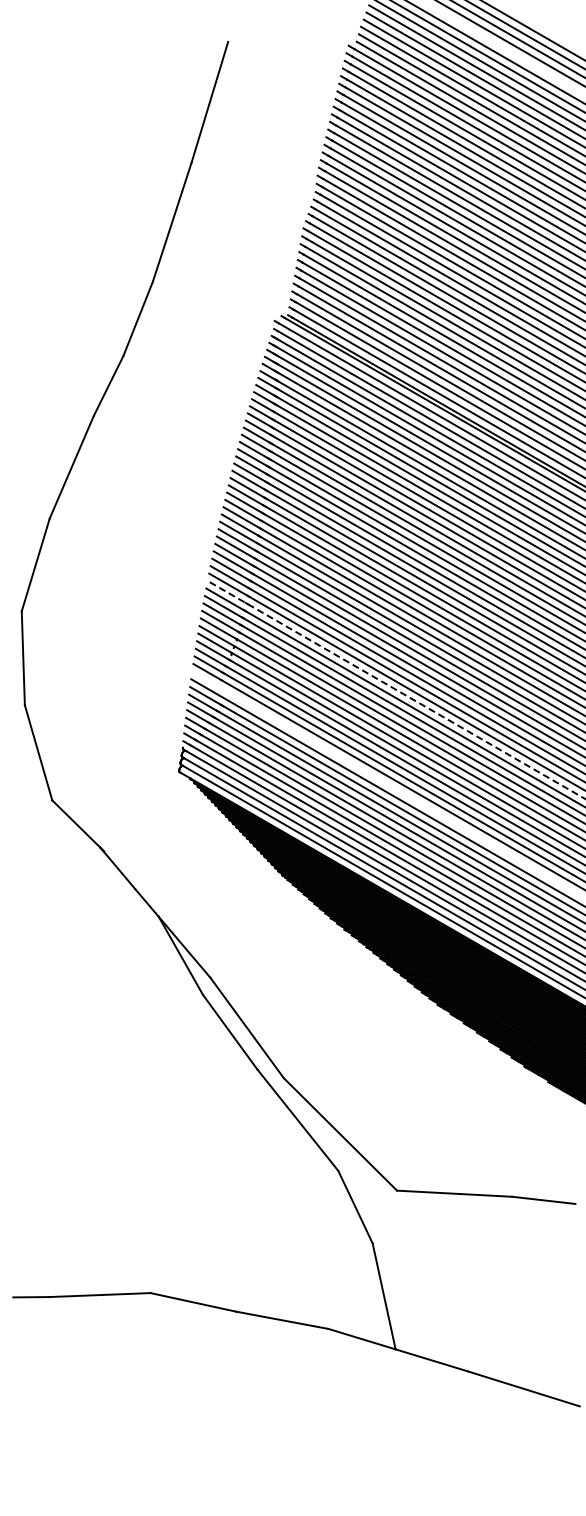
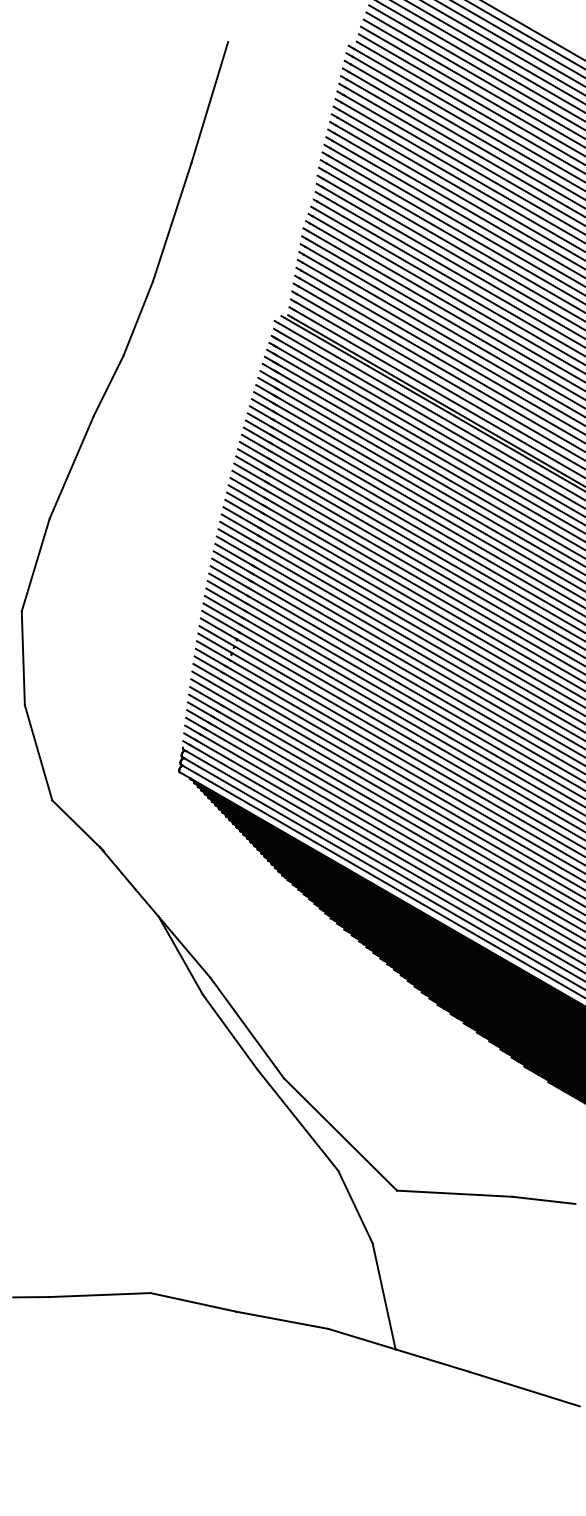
line at (503, 47): none -> present
line at (396, 690): dashed -> solid
line at (387, 783): none -> present
